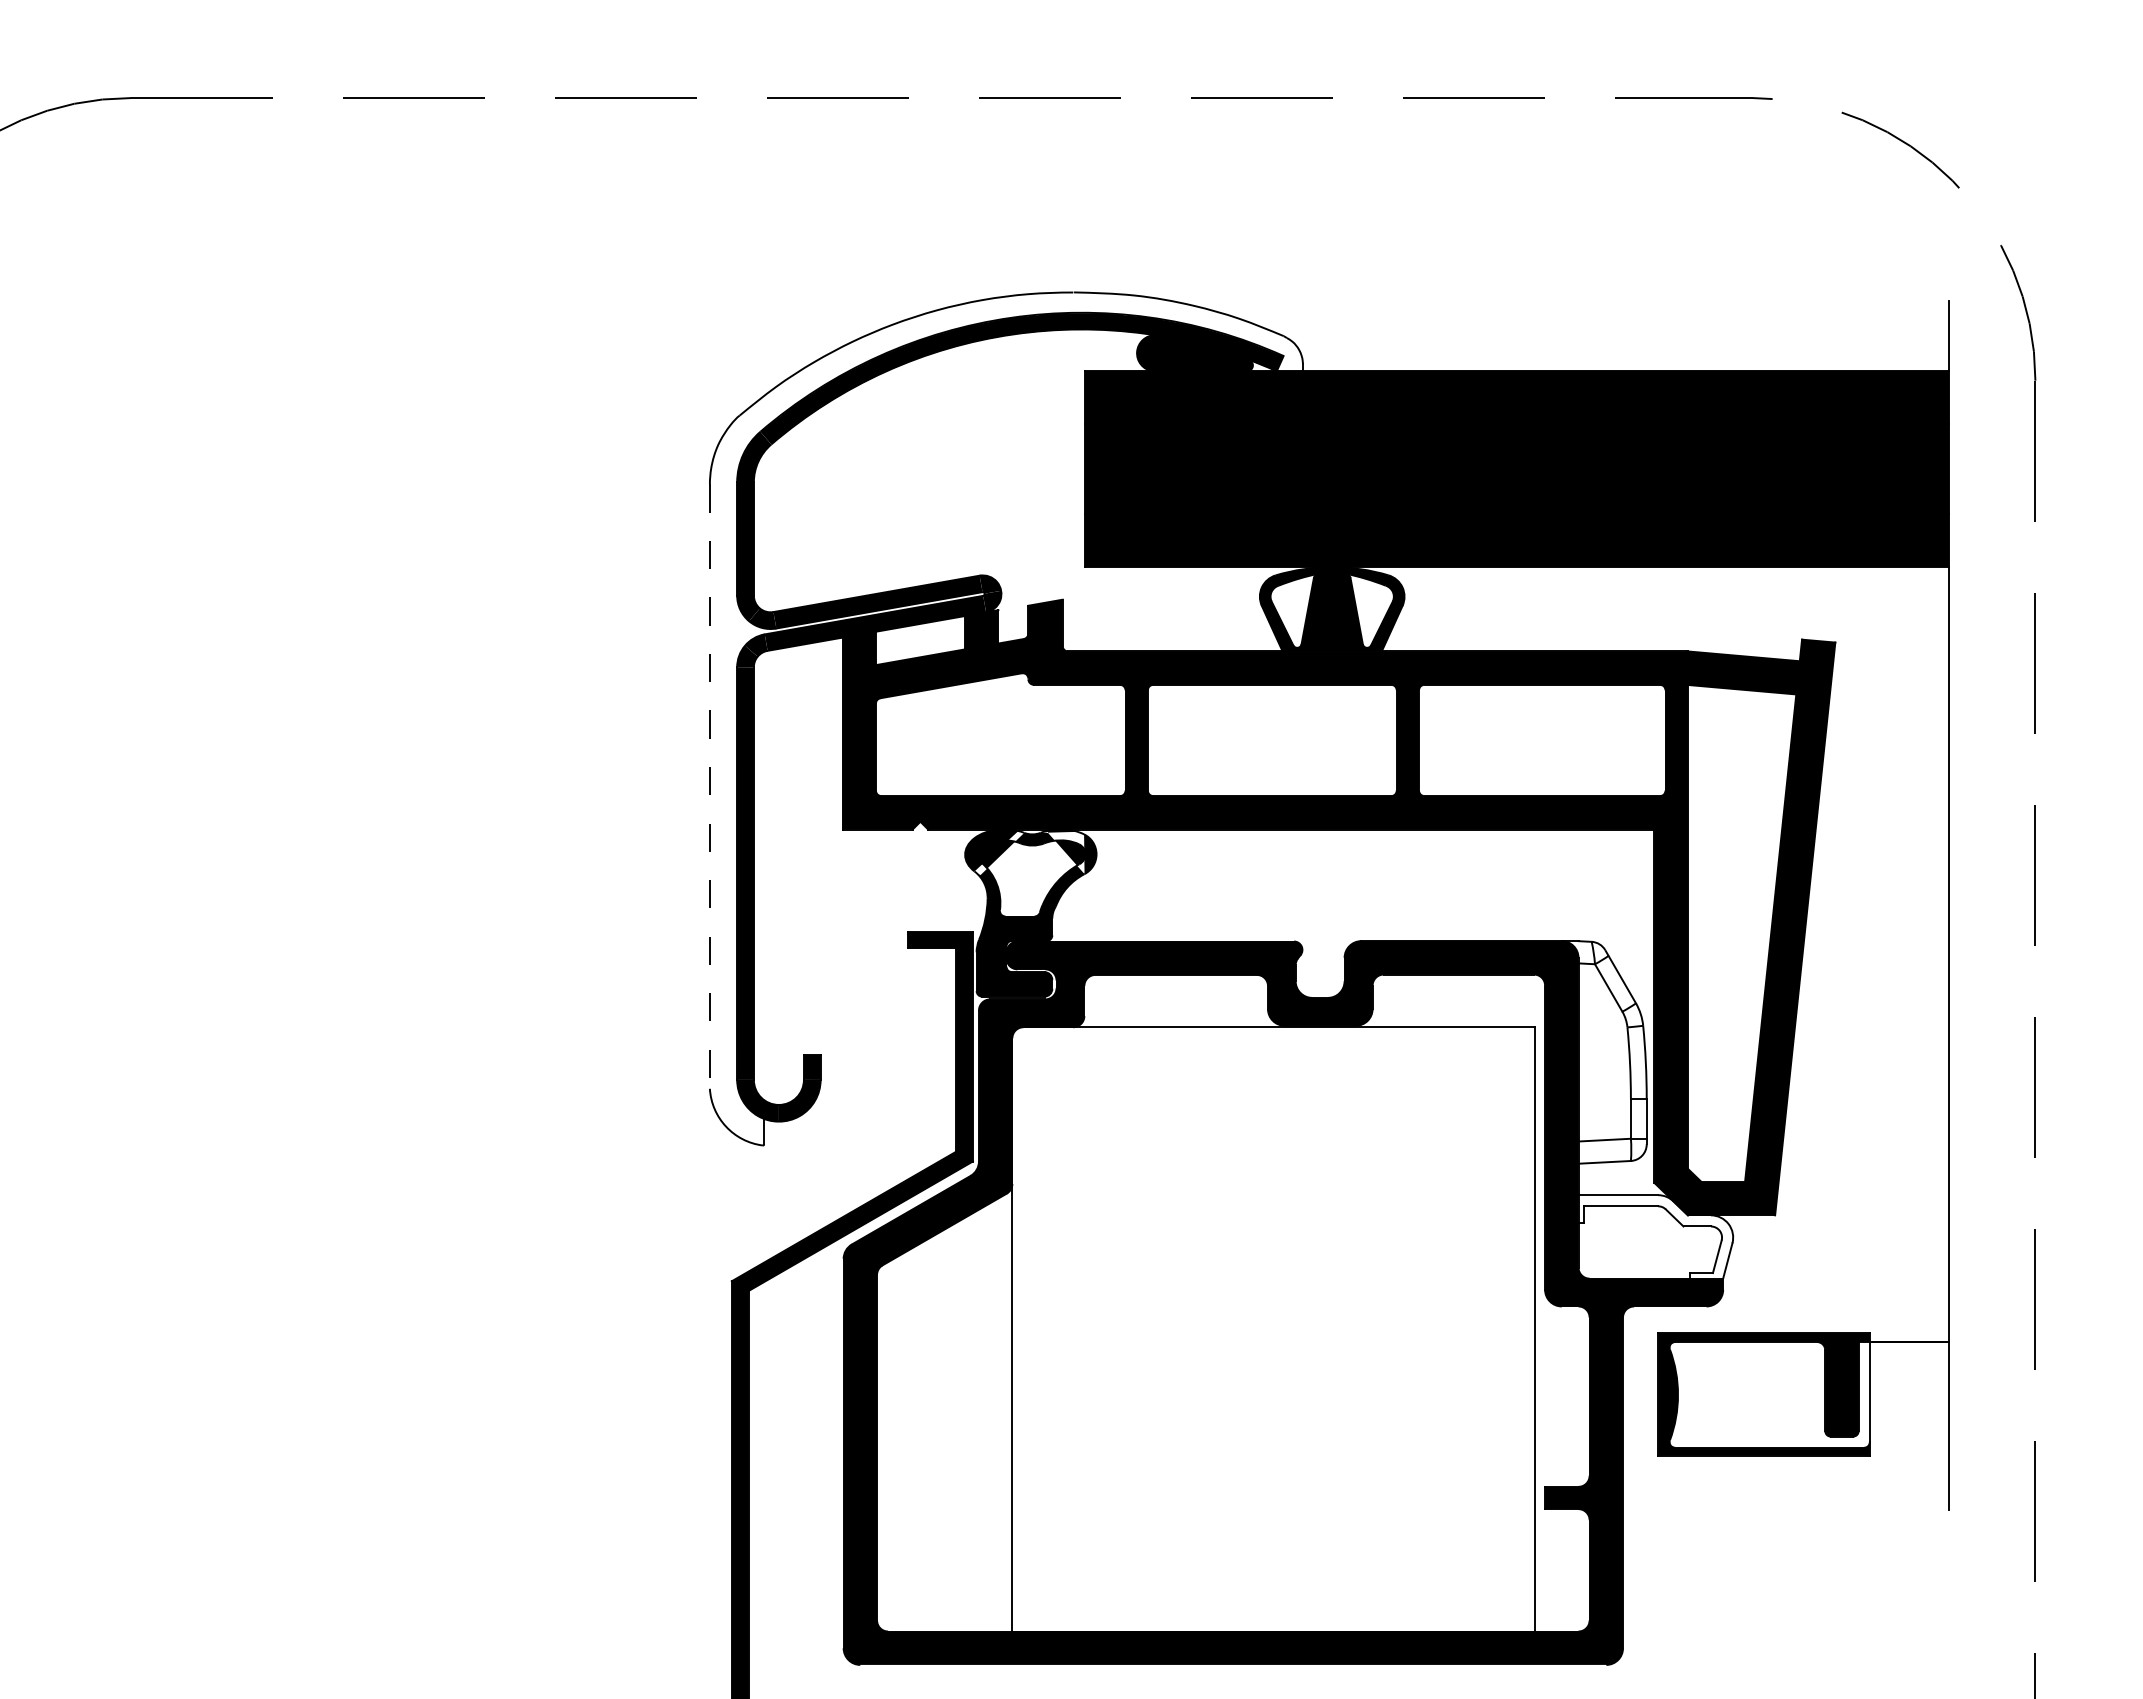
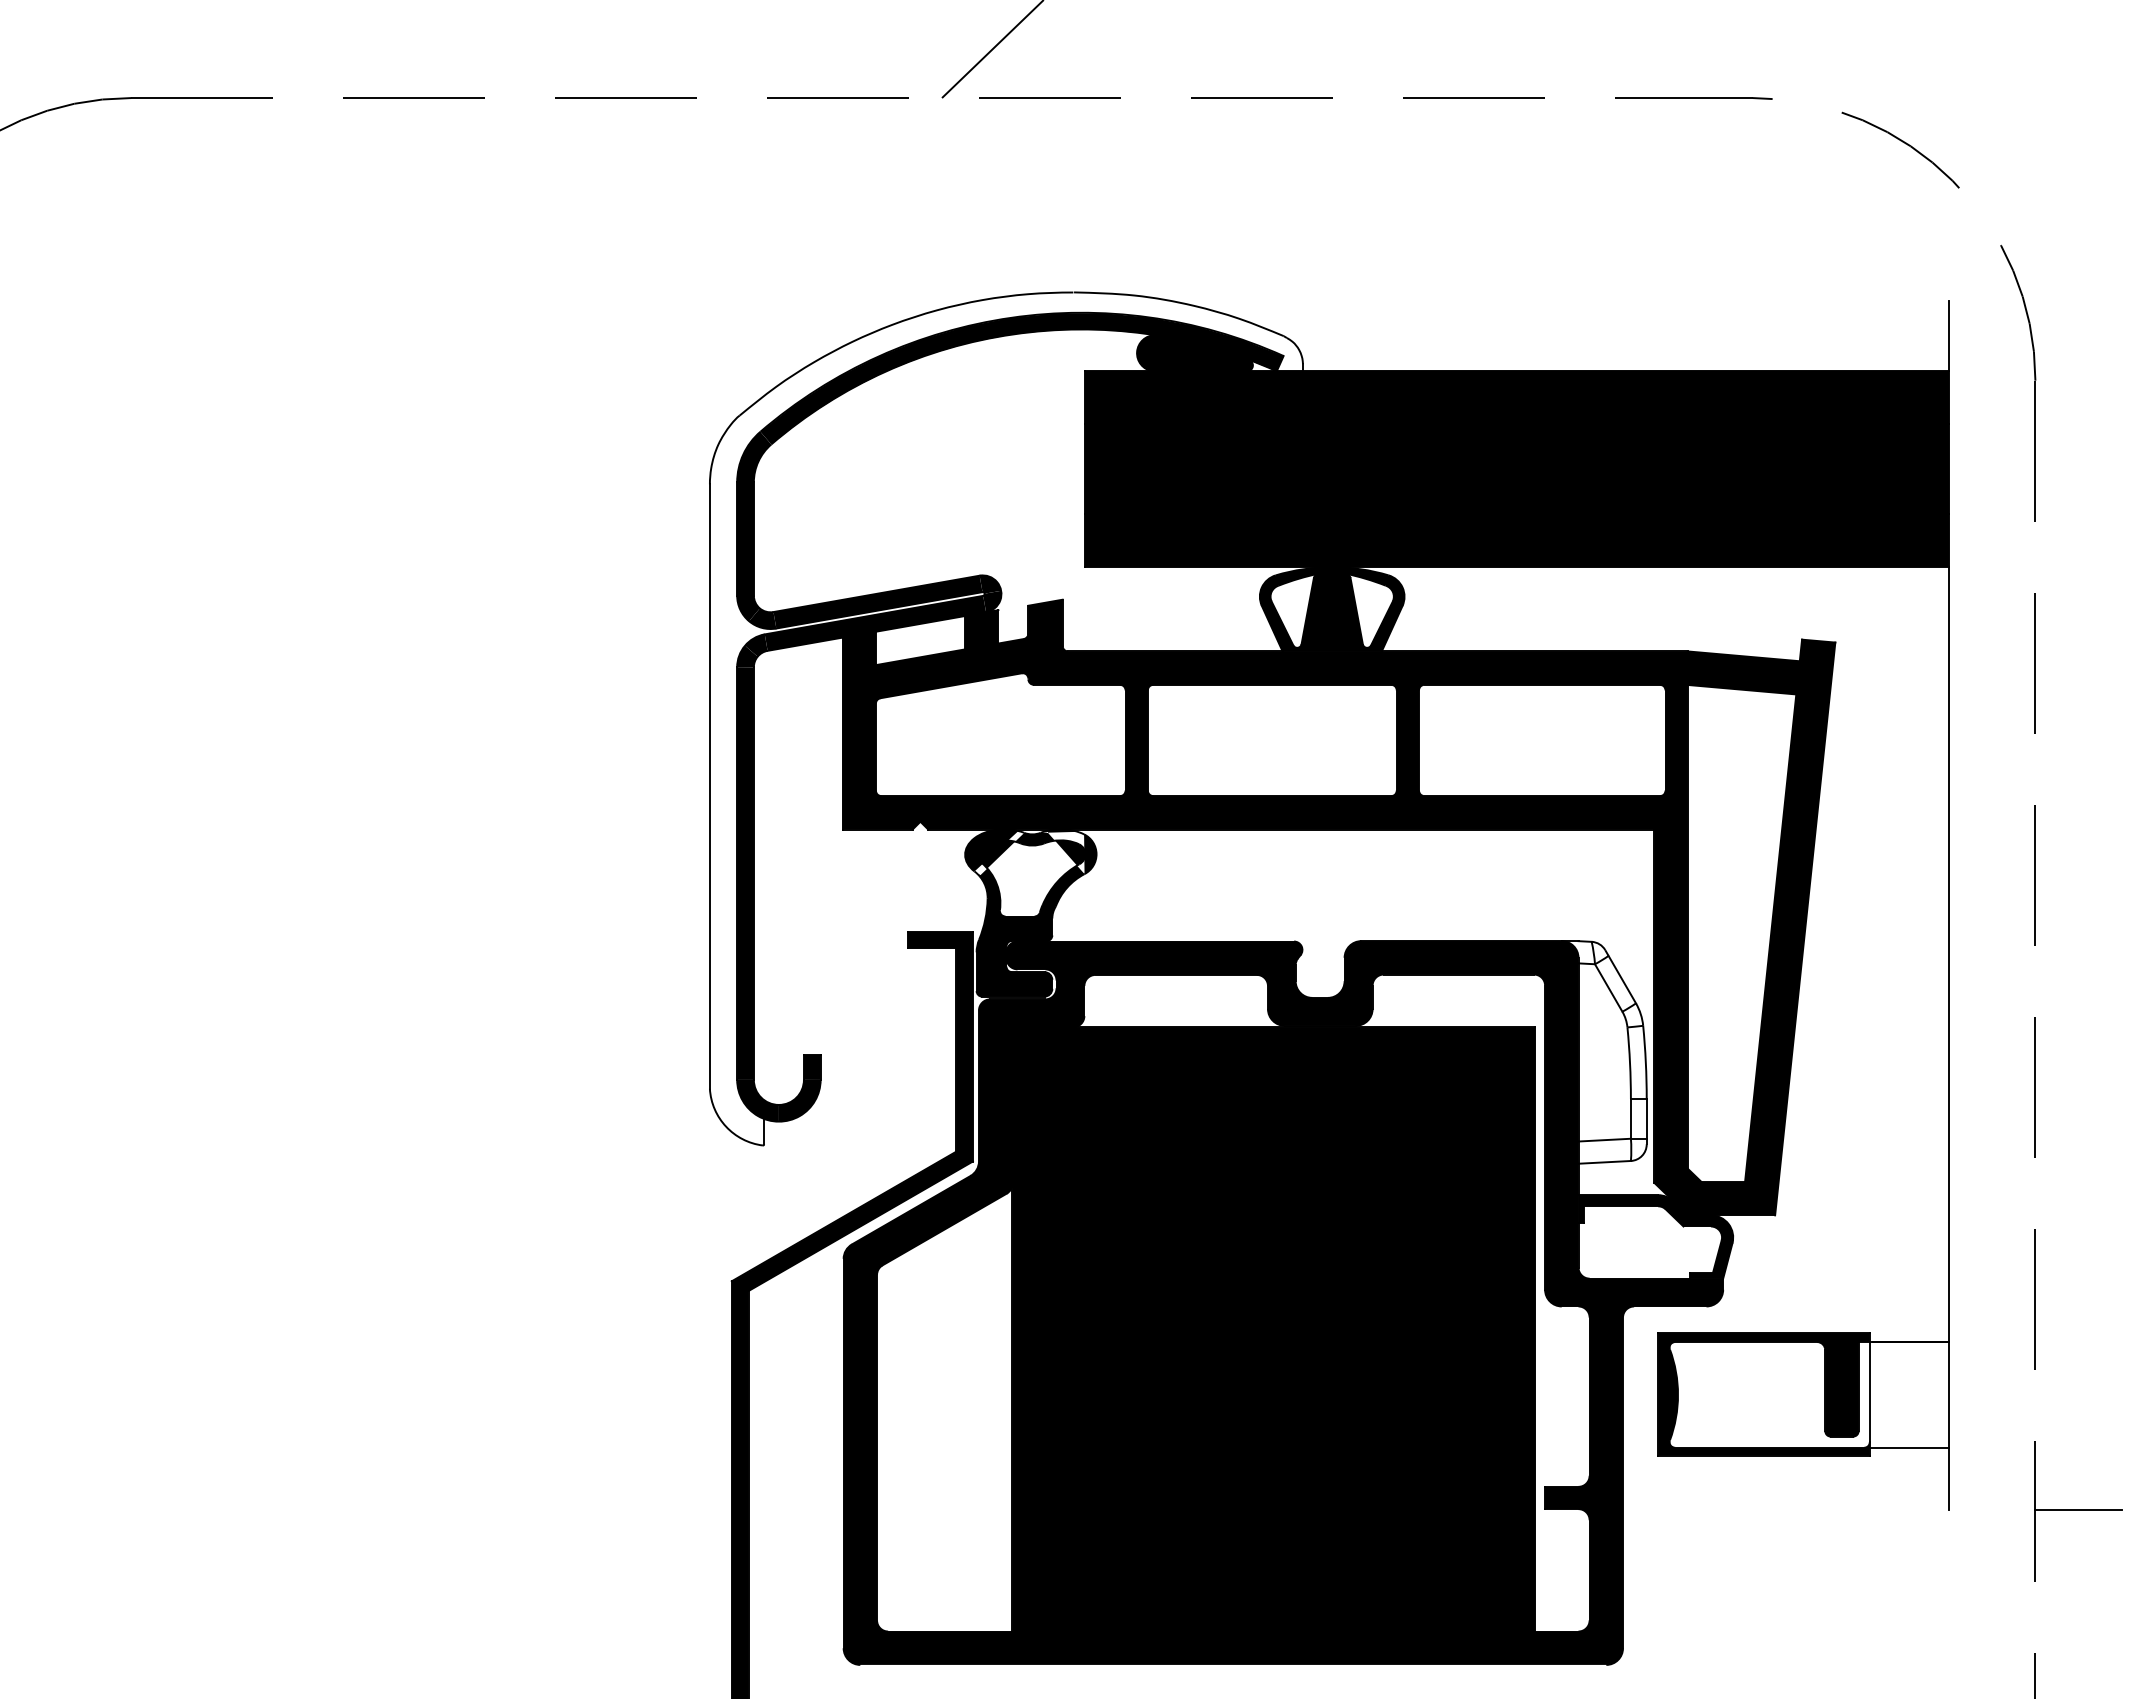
line at (991, 50): none -> present
line at (709, 787): dashed -> solid
fill at (1655, 1236): none -> present
fill at (1273, 1329): none -> present
line at (1908, 1447): none -> present
line at (2078, 1509): none -> present
